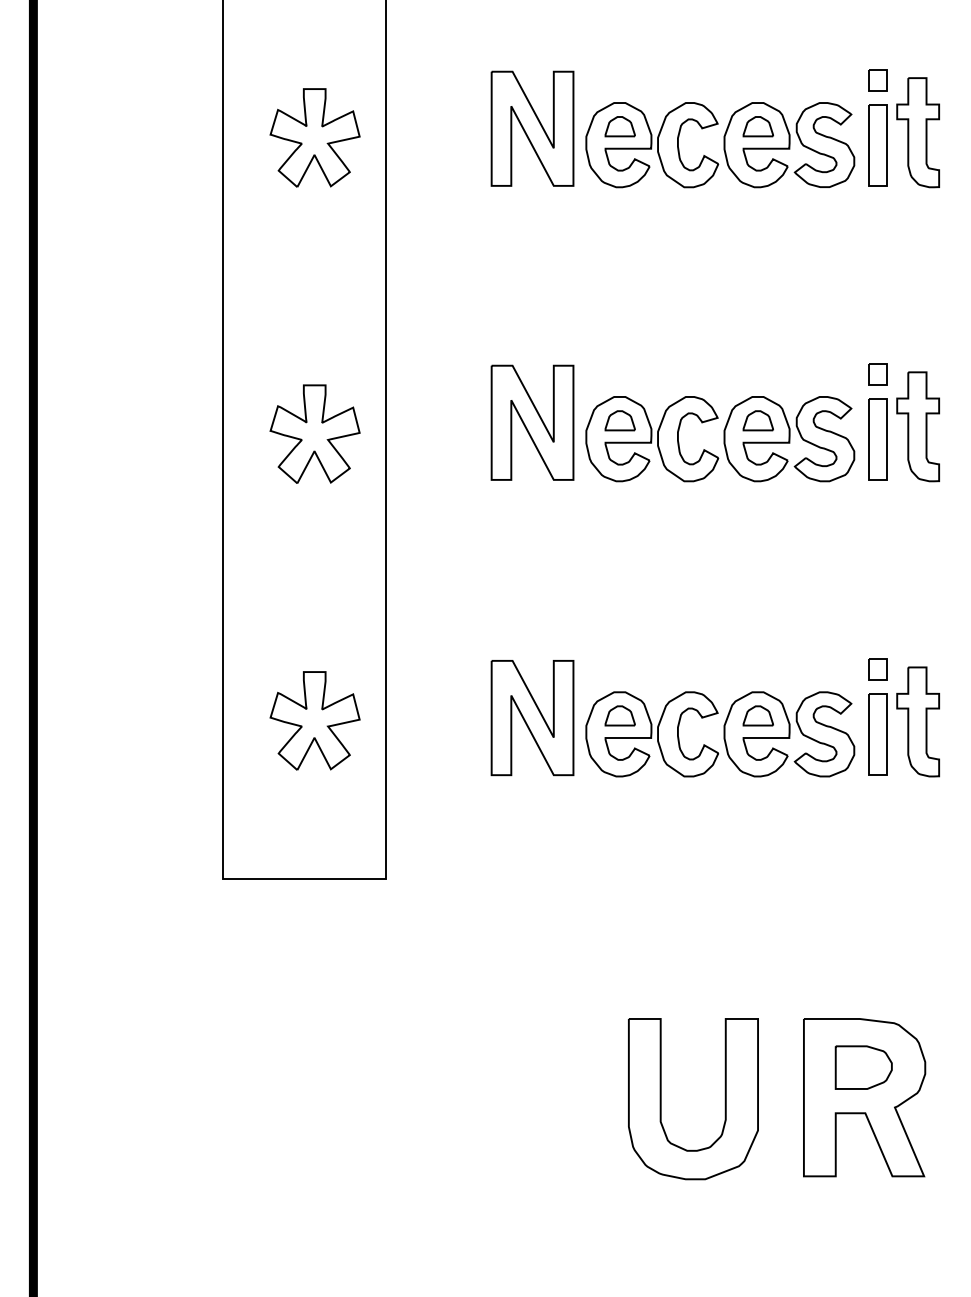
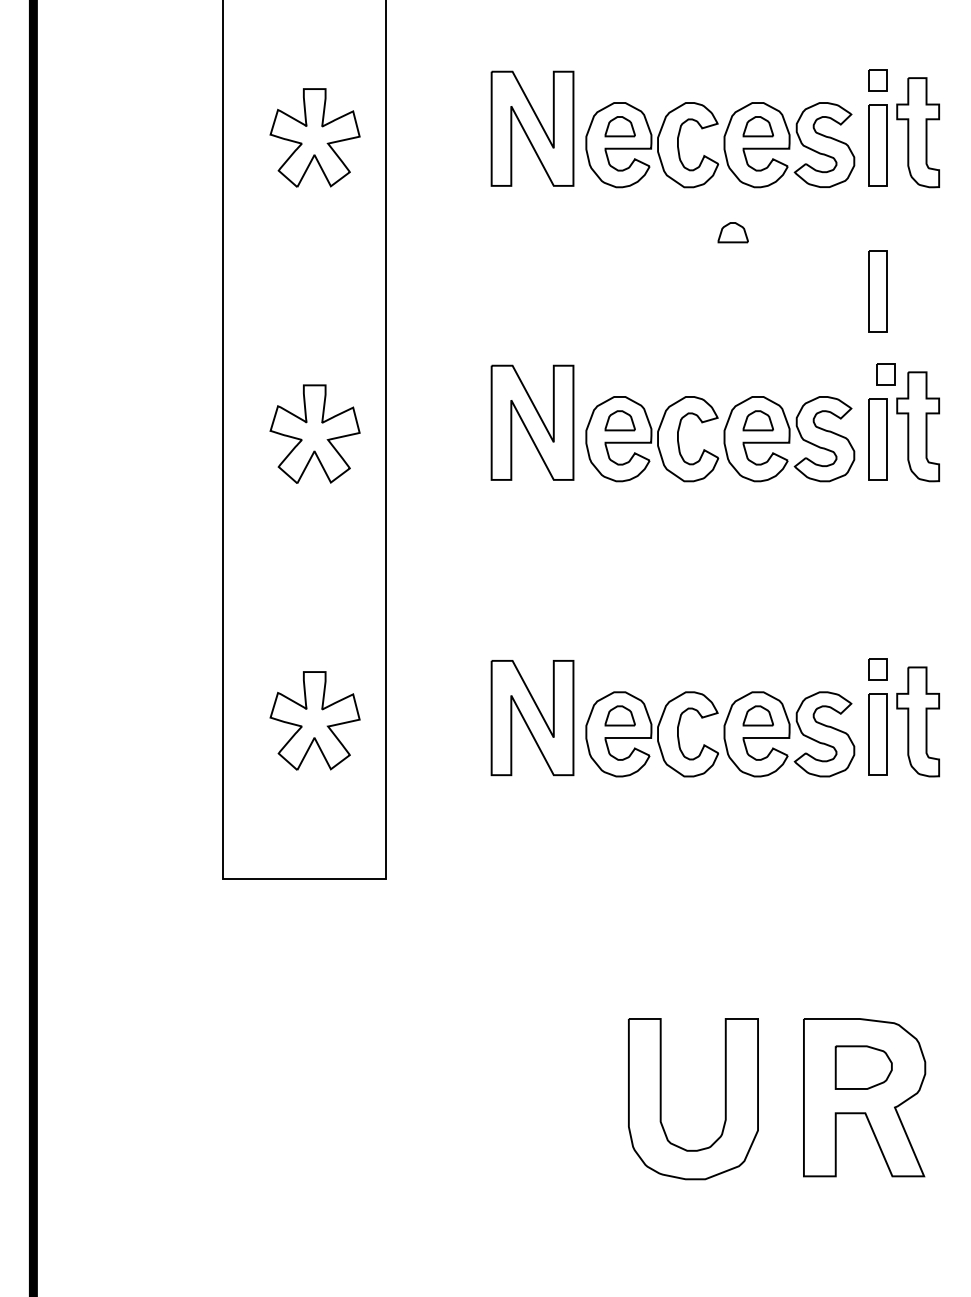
part at (732, 232): none -> present
part at (877, 291): none -> present
part at (877, 374) position: (877, 374) -> (885, 374)
